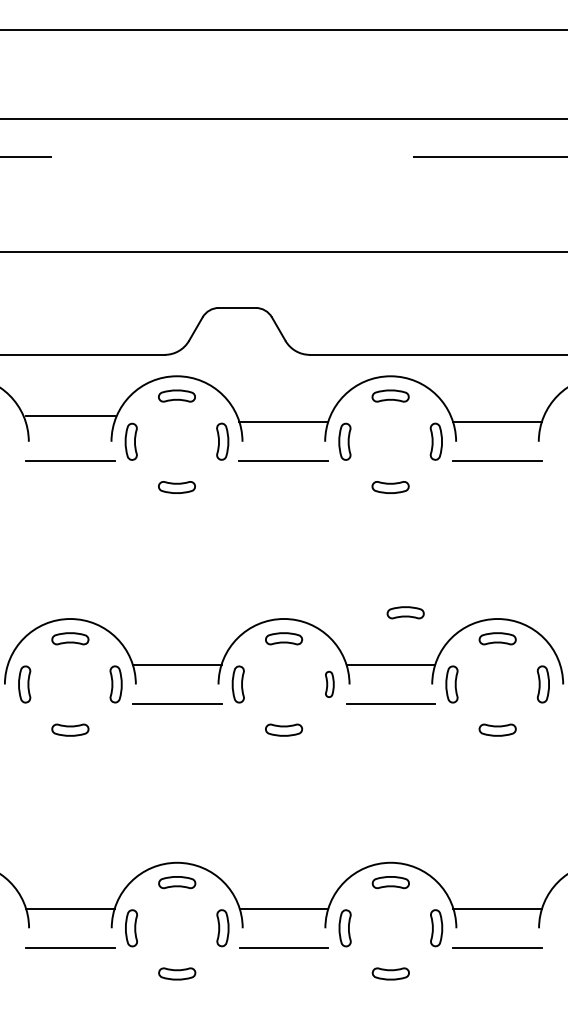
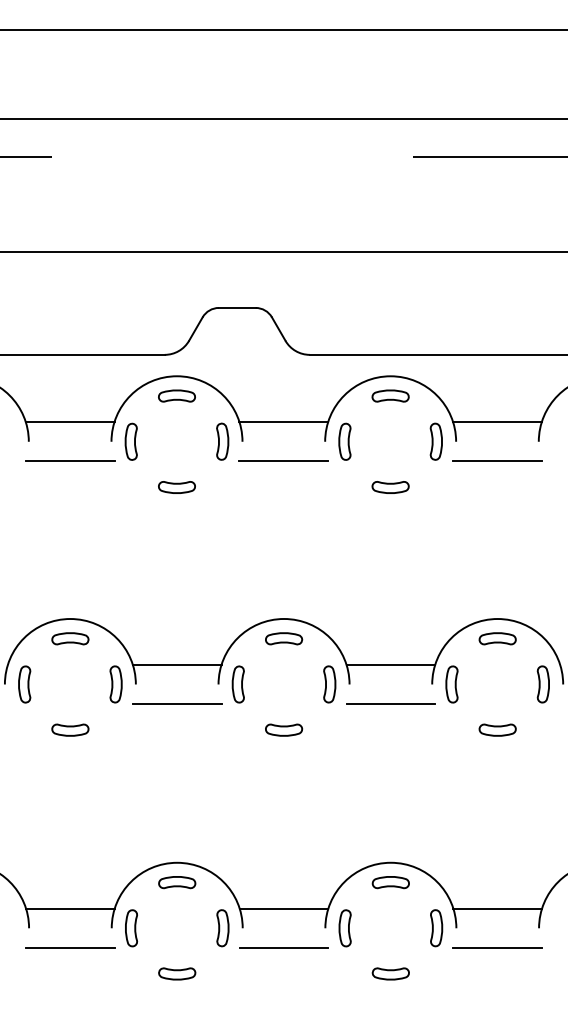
line at (69, 416) position: (69, 416) -> (69, 422)
part at (405, 612): present -> none
part at (329, 683) size: 10x28 px -> 14x39 px
